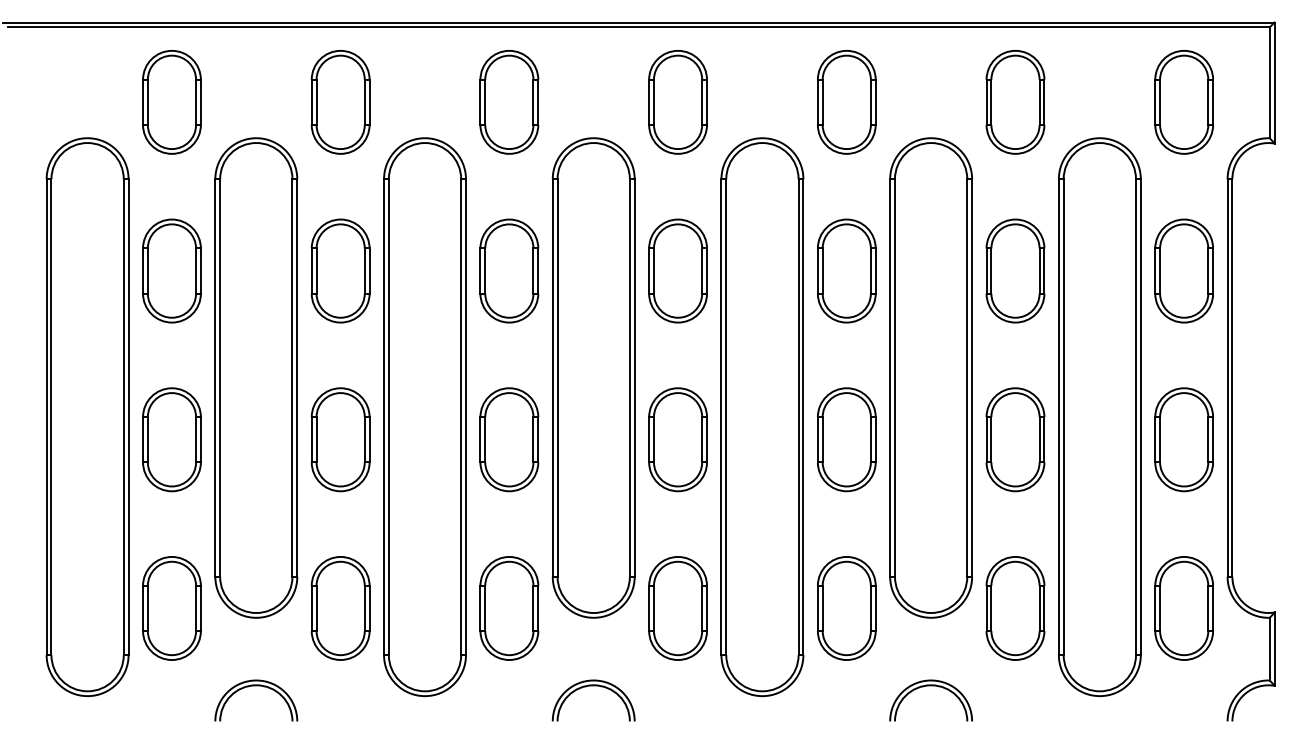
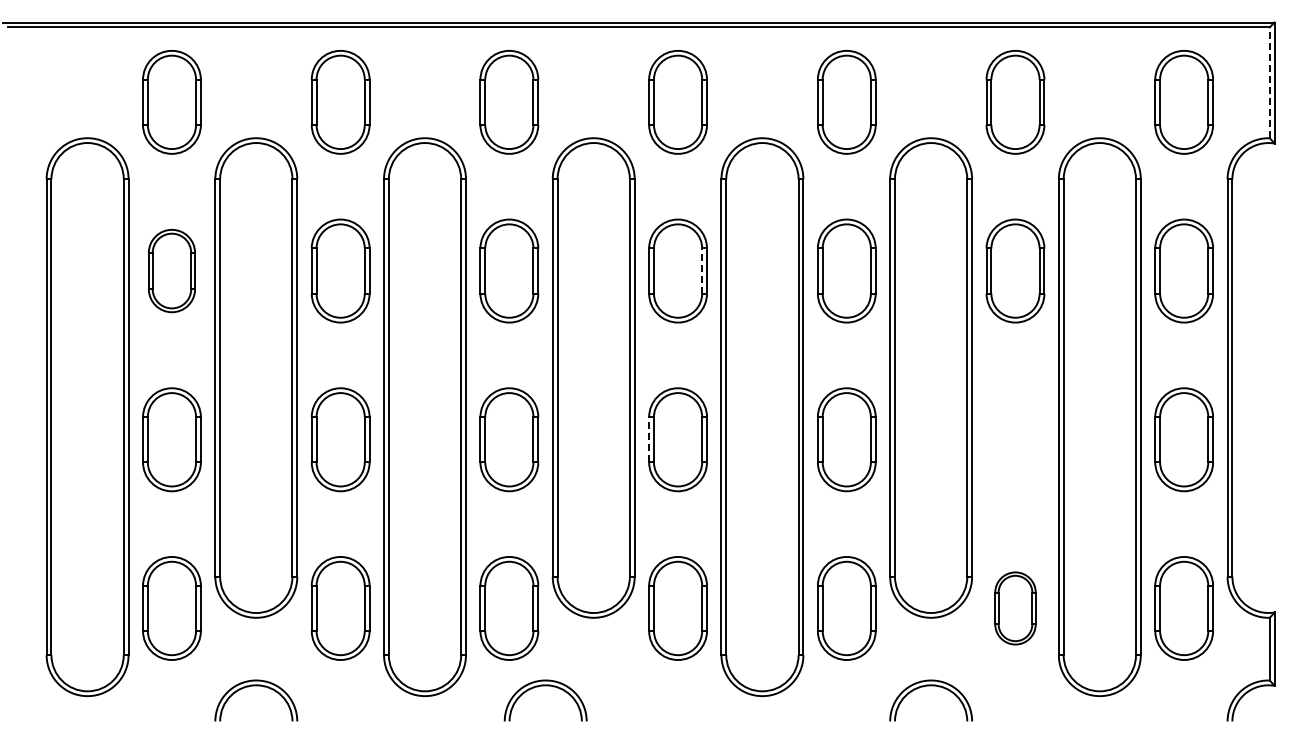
line at (1269, 82): solid -> dashed
part at (171, 270) size: 60x106 px -> 48x85 px
line at (702, 271): solid -> dashed
line at (649, 439): solid -> dashed
part at (1015, 439): present -> none
part at (1015, 608) size: 61x105 px -> 43x75 px
part at (593, 686) position: (593, 686) -> (545, 686)
